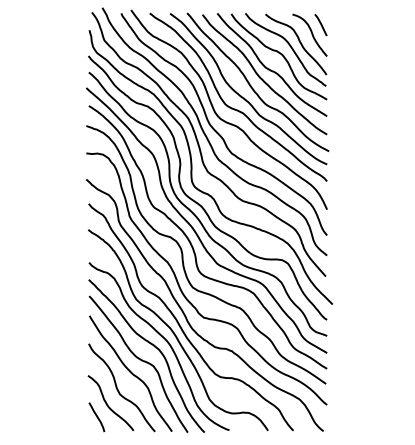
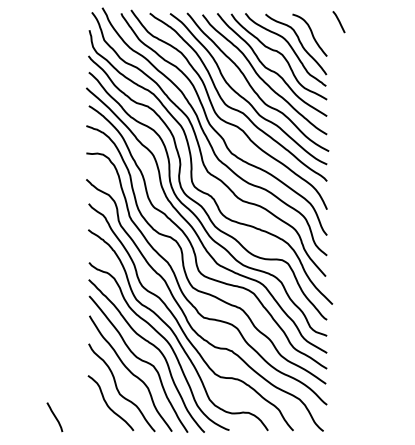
line at (320, 25) position: (320, 25) -> (338, 22)
curve at (96, 417) position: (96, 417) -> (54, 417)
